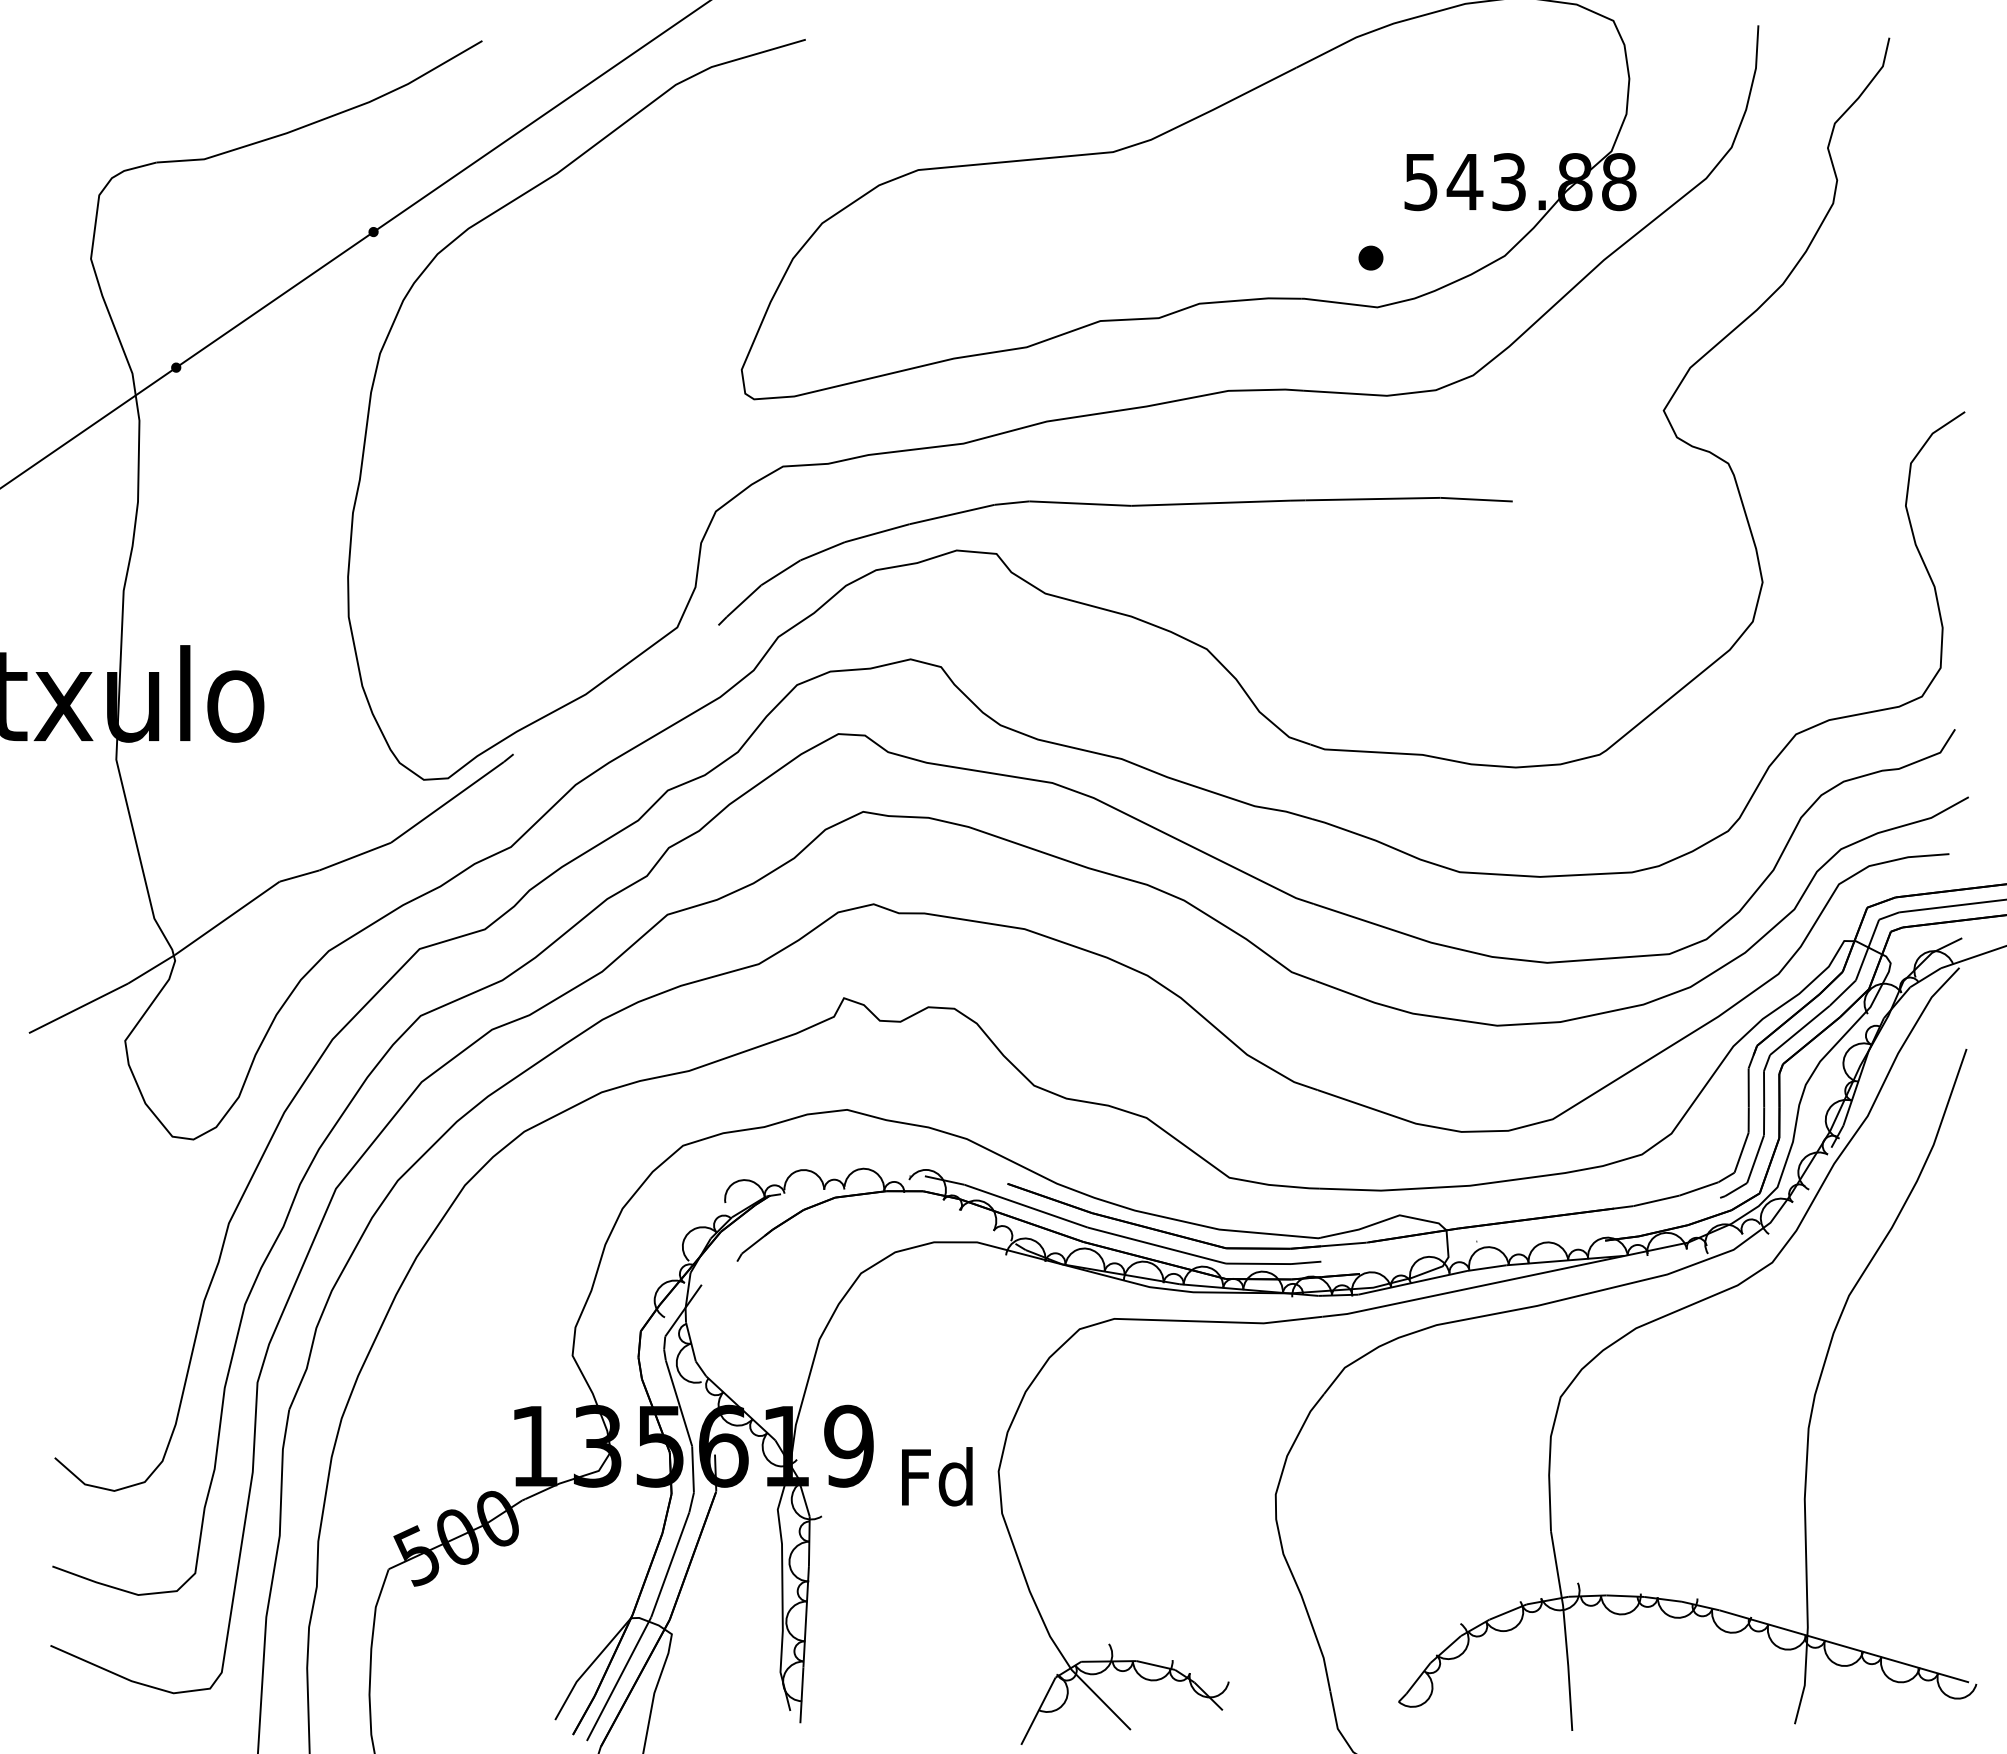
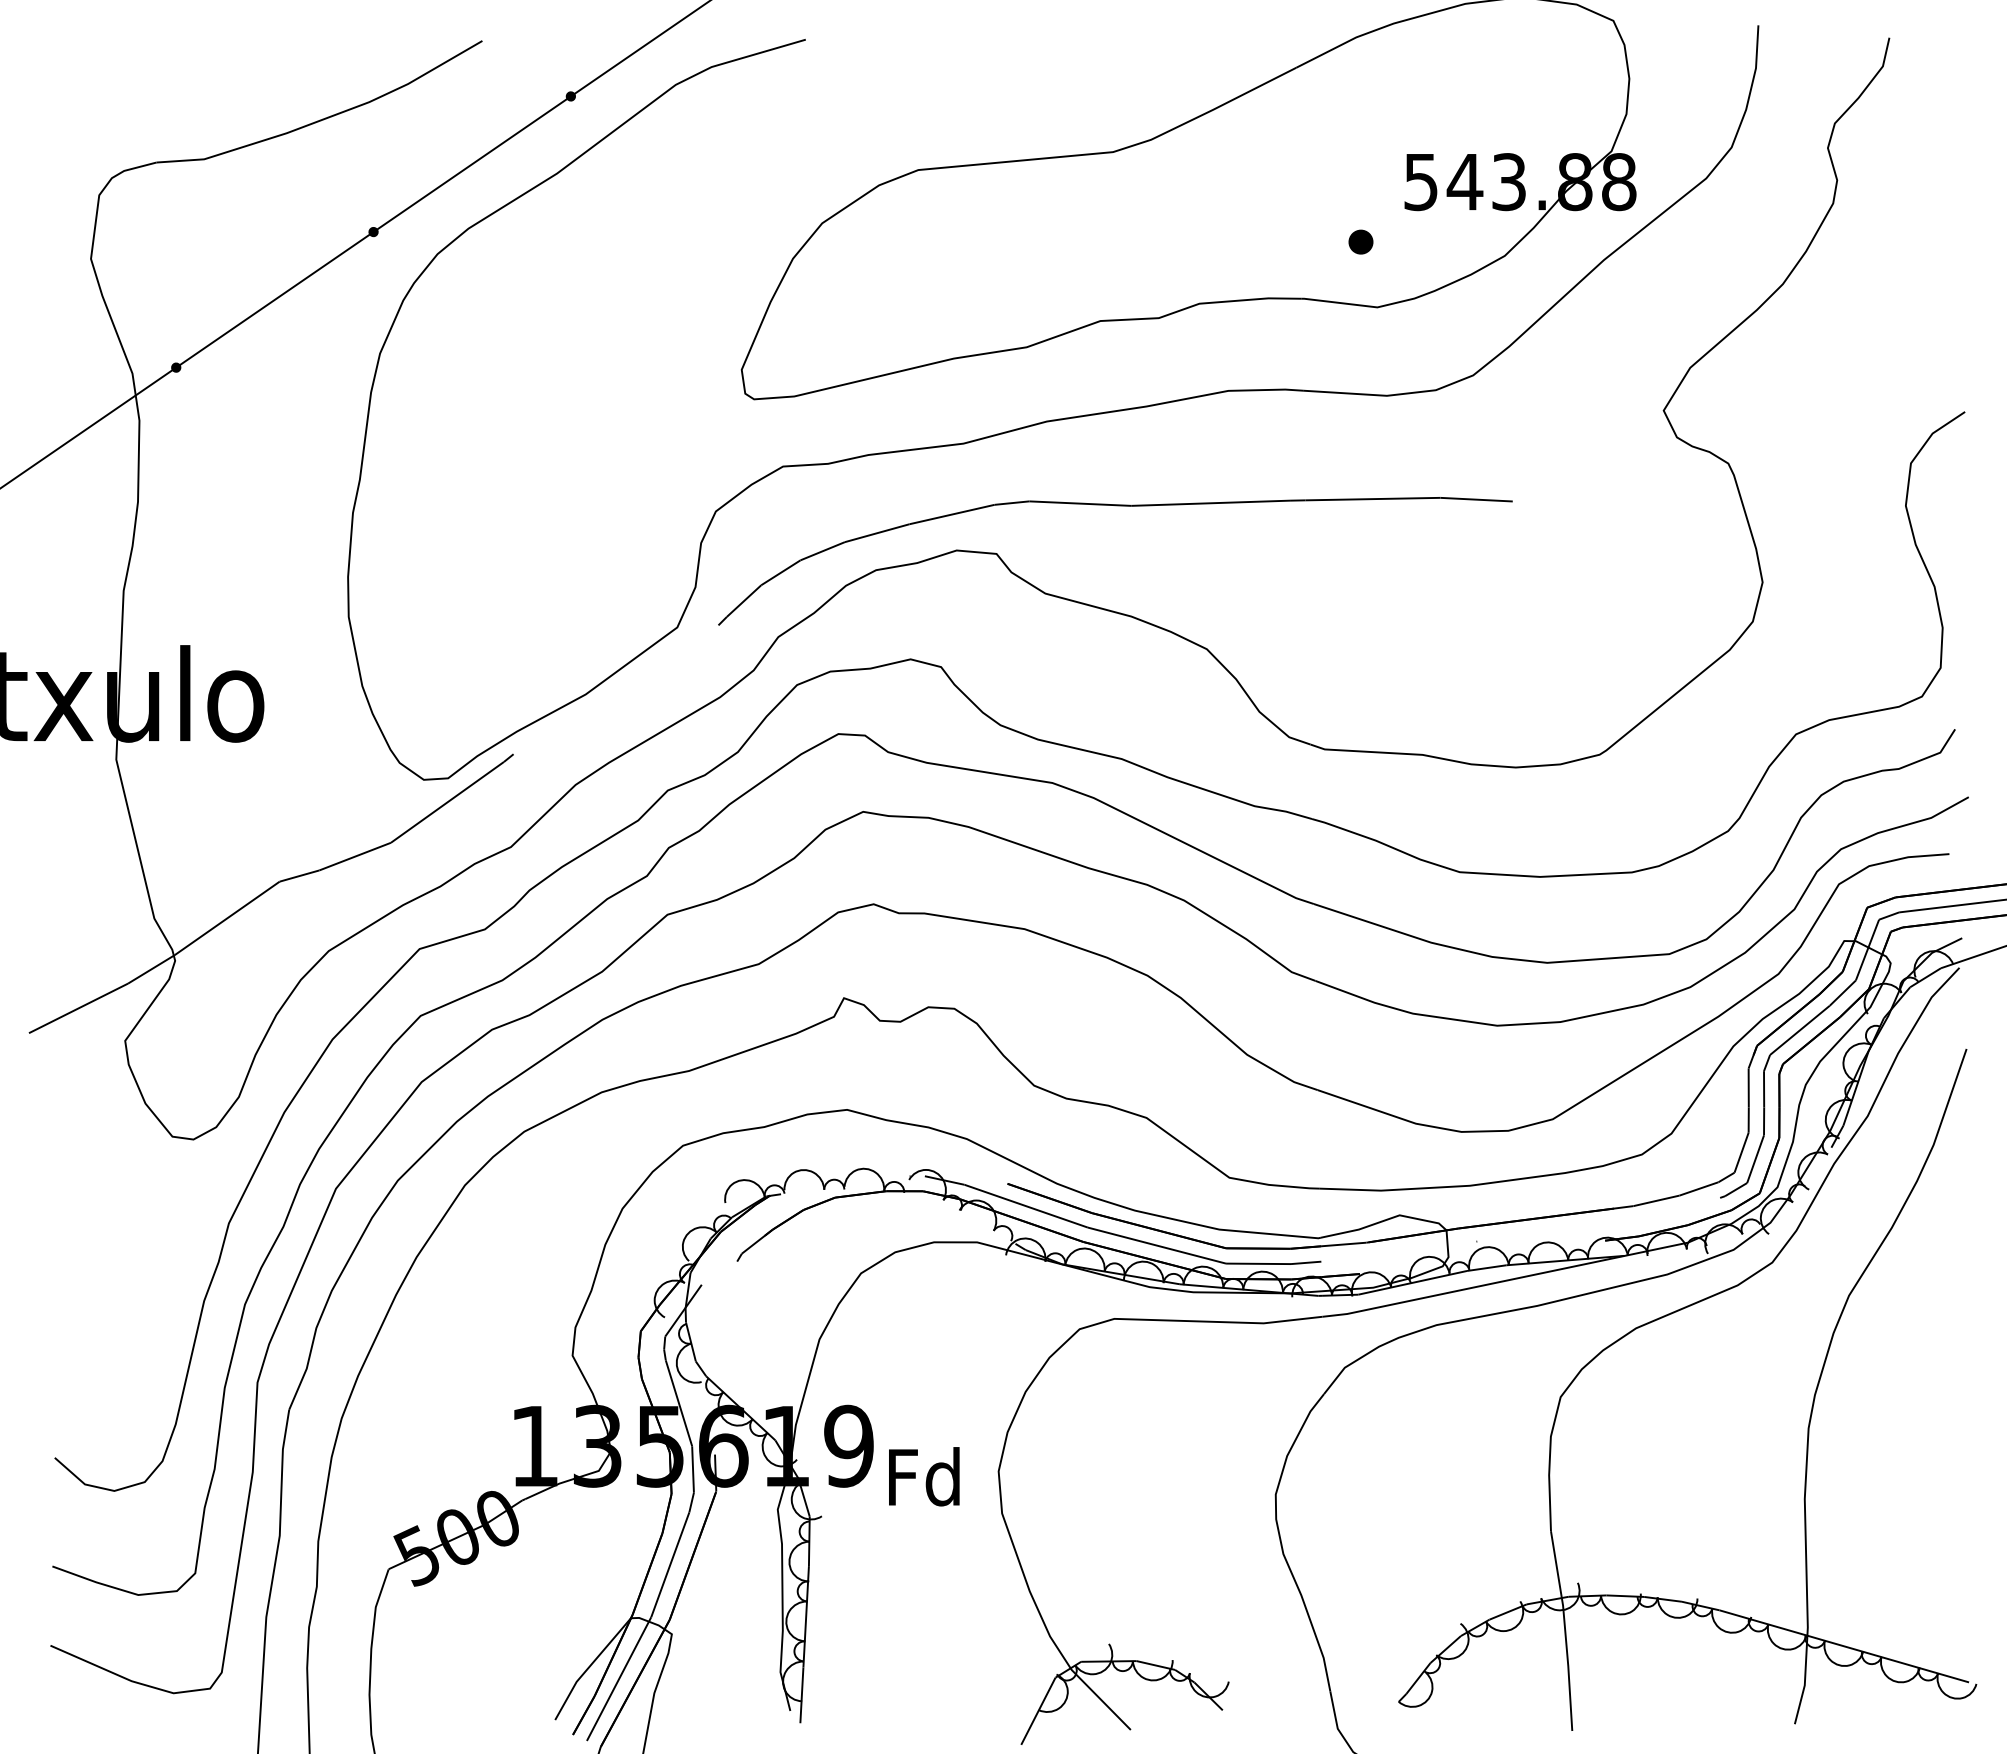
fill at (570, 96): none -> present
part at (1370, 257) position: (1370, 257) -> (1360, 241)
text at (937, 1476) position: (937, 1476) -> (924, 1476)
